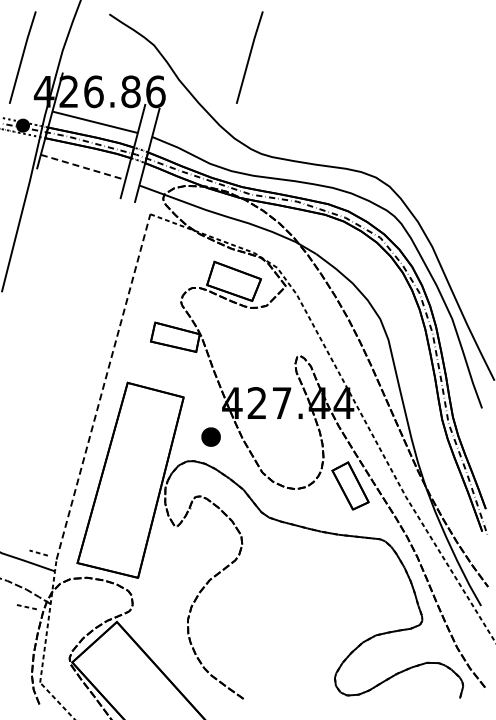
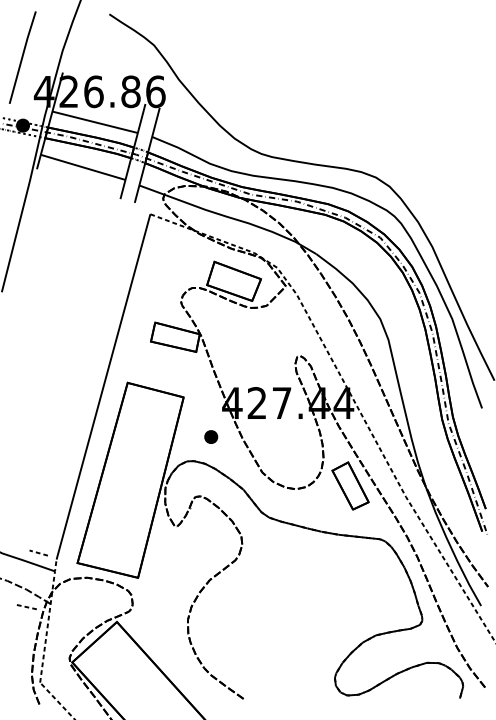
line at (249, 57): present -> none
line at (83, 167): dashed -> solid
line at (103, 386): dashed -> solid
part at (210, 436) size: 20x20 px -> 15x14 px
